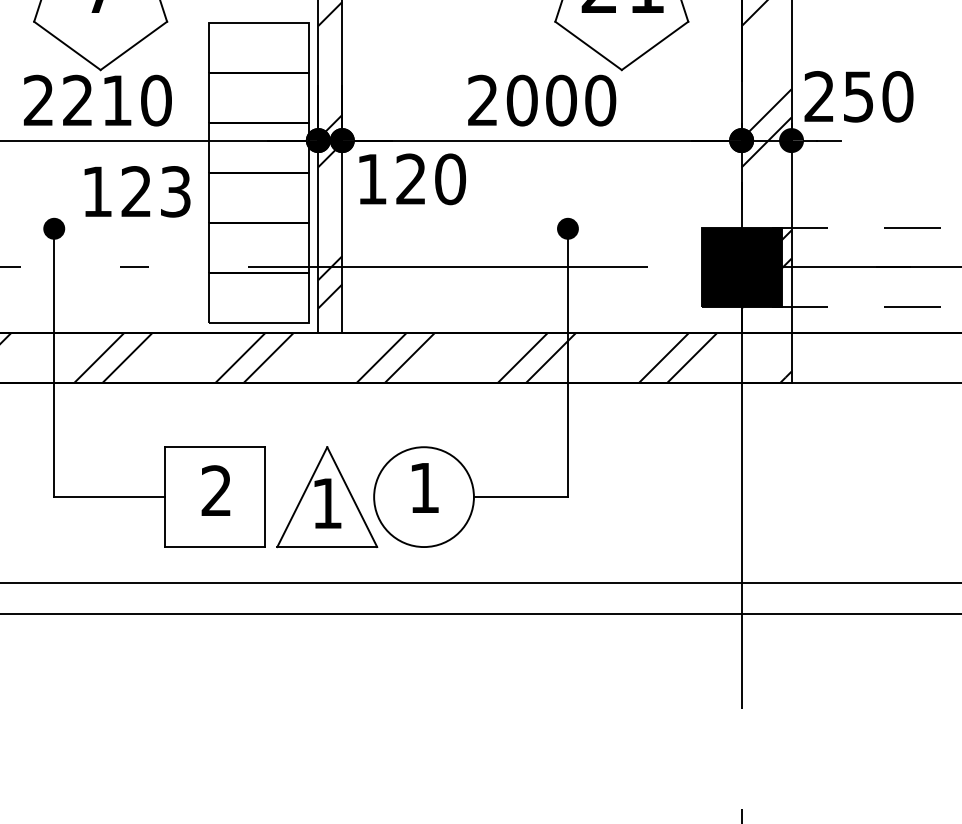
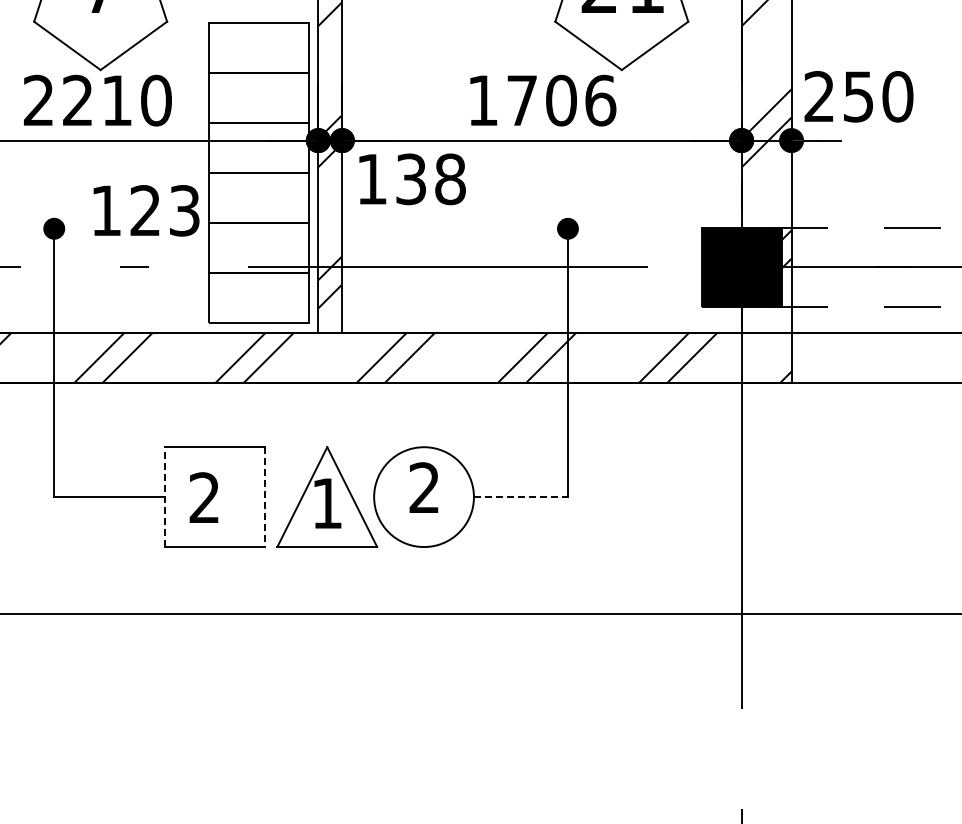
text at (542, 100): 2000 -> 1706
text at (431, 179): 120 -> 138
text at (137, 191) position: (137, 191) -> (146, 210)
text at (423, 487): 1 -> 2
text at (215, 490) position: (215, 490) -> (203, 497)
line at (165, 497): solid -> dashed
line at (265, 497): solid -> dashed
line at (520, 497): solid -> dashed
line at (480, 582): present -> none
